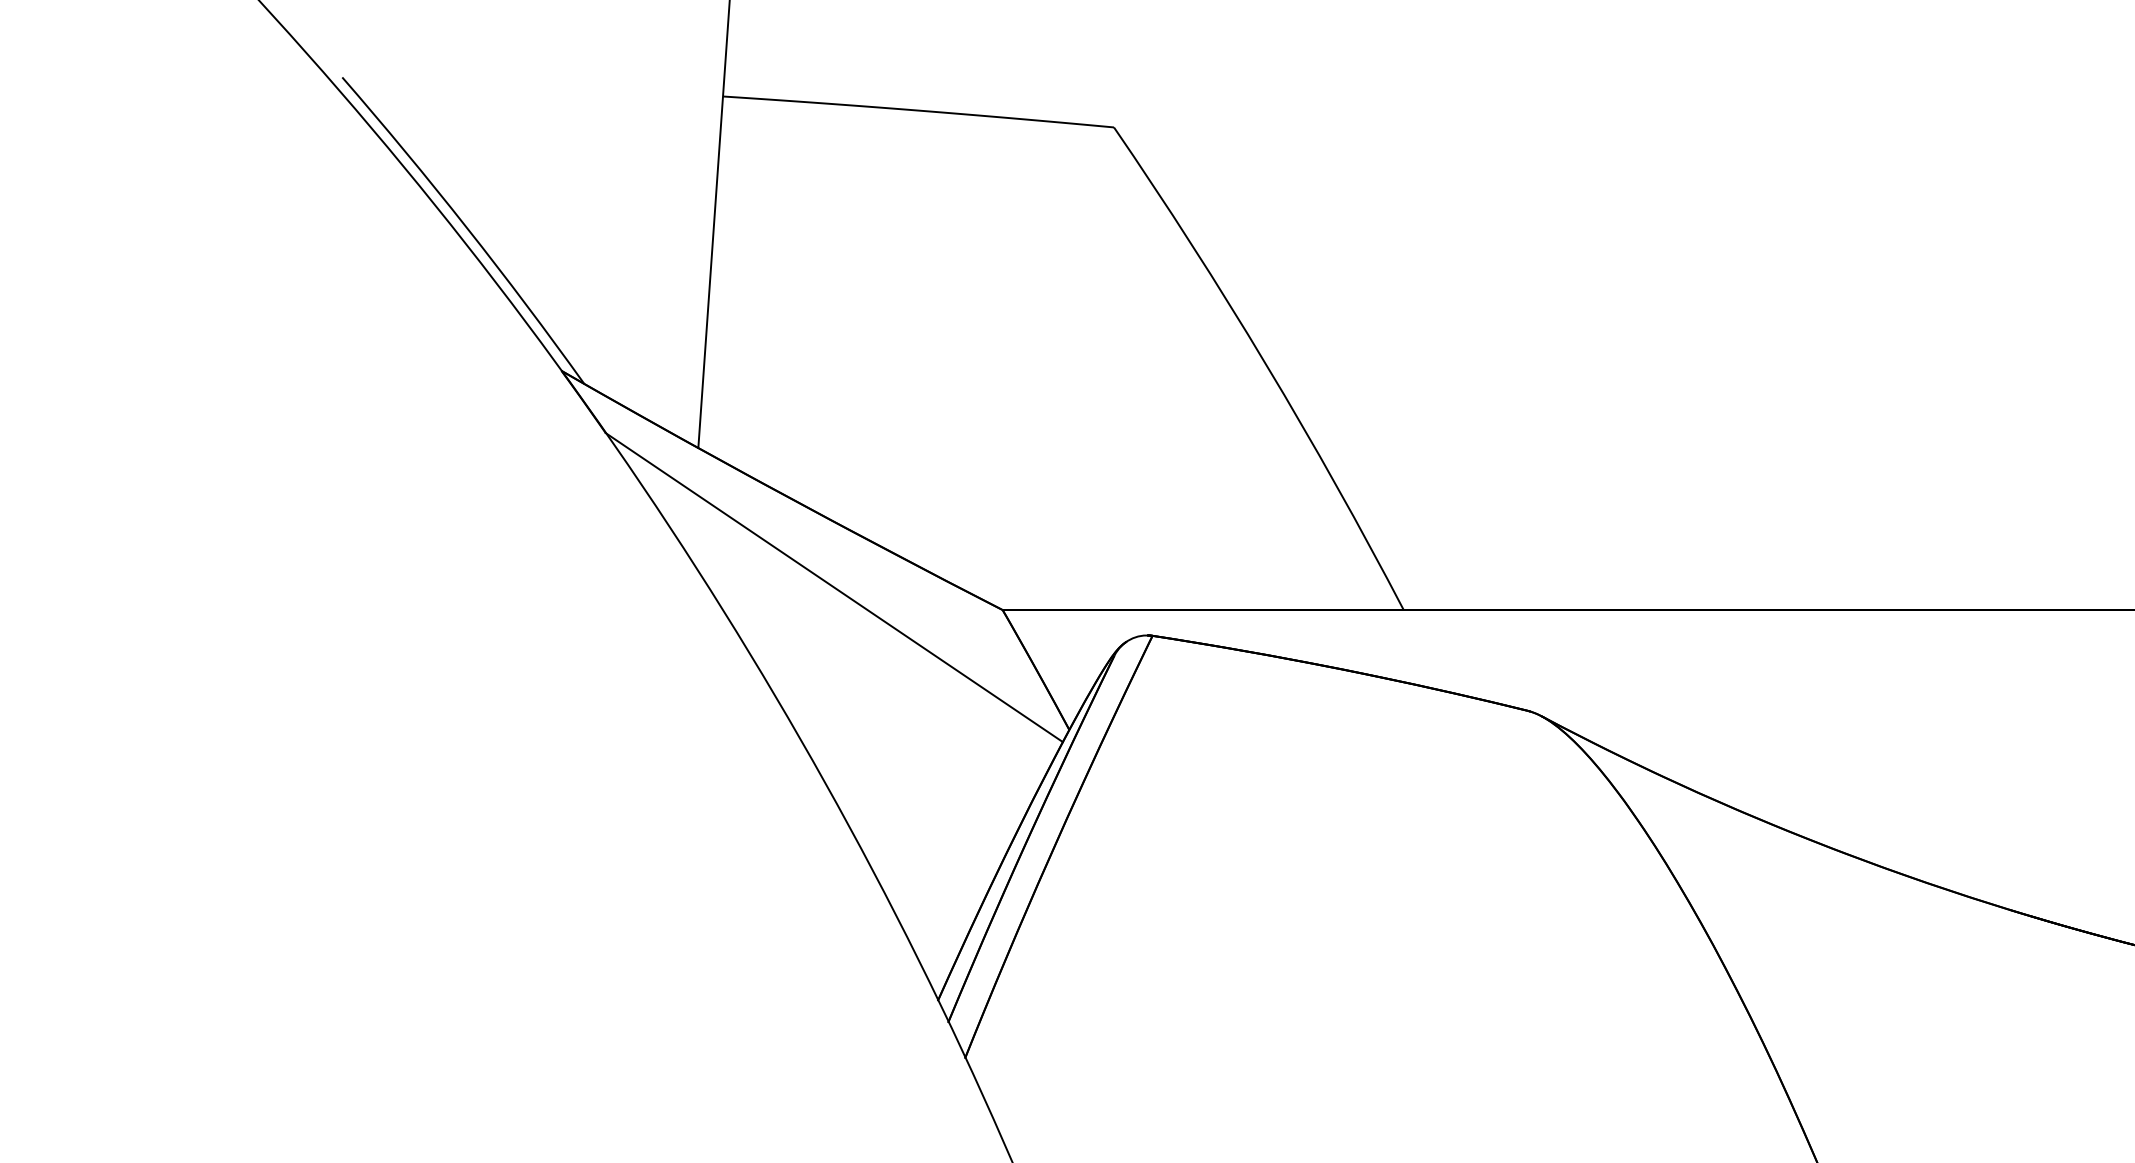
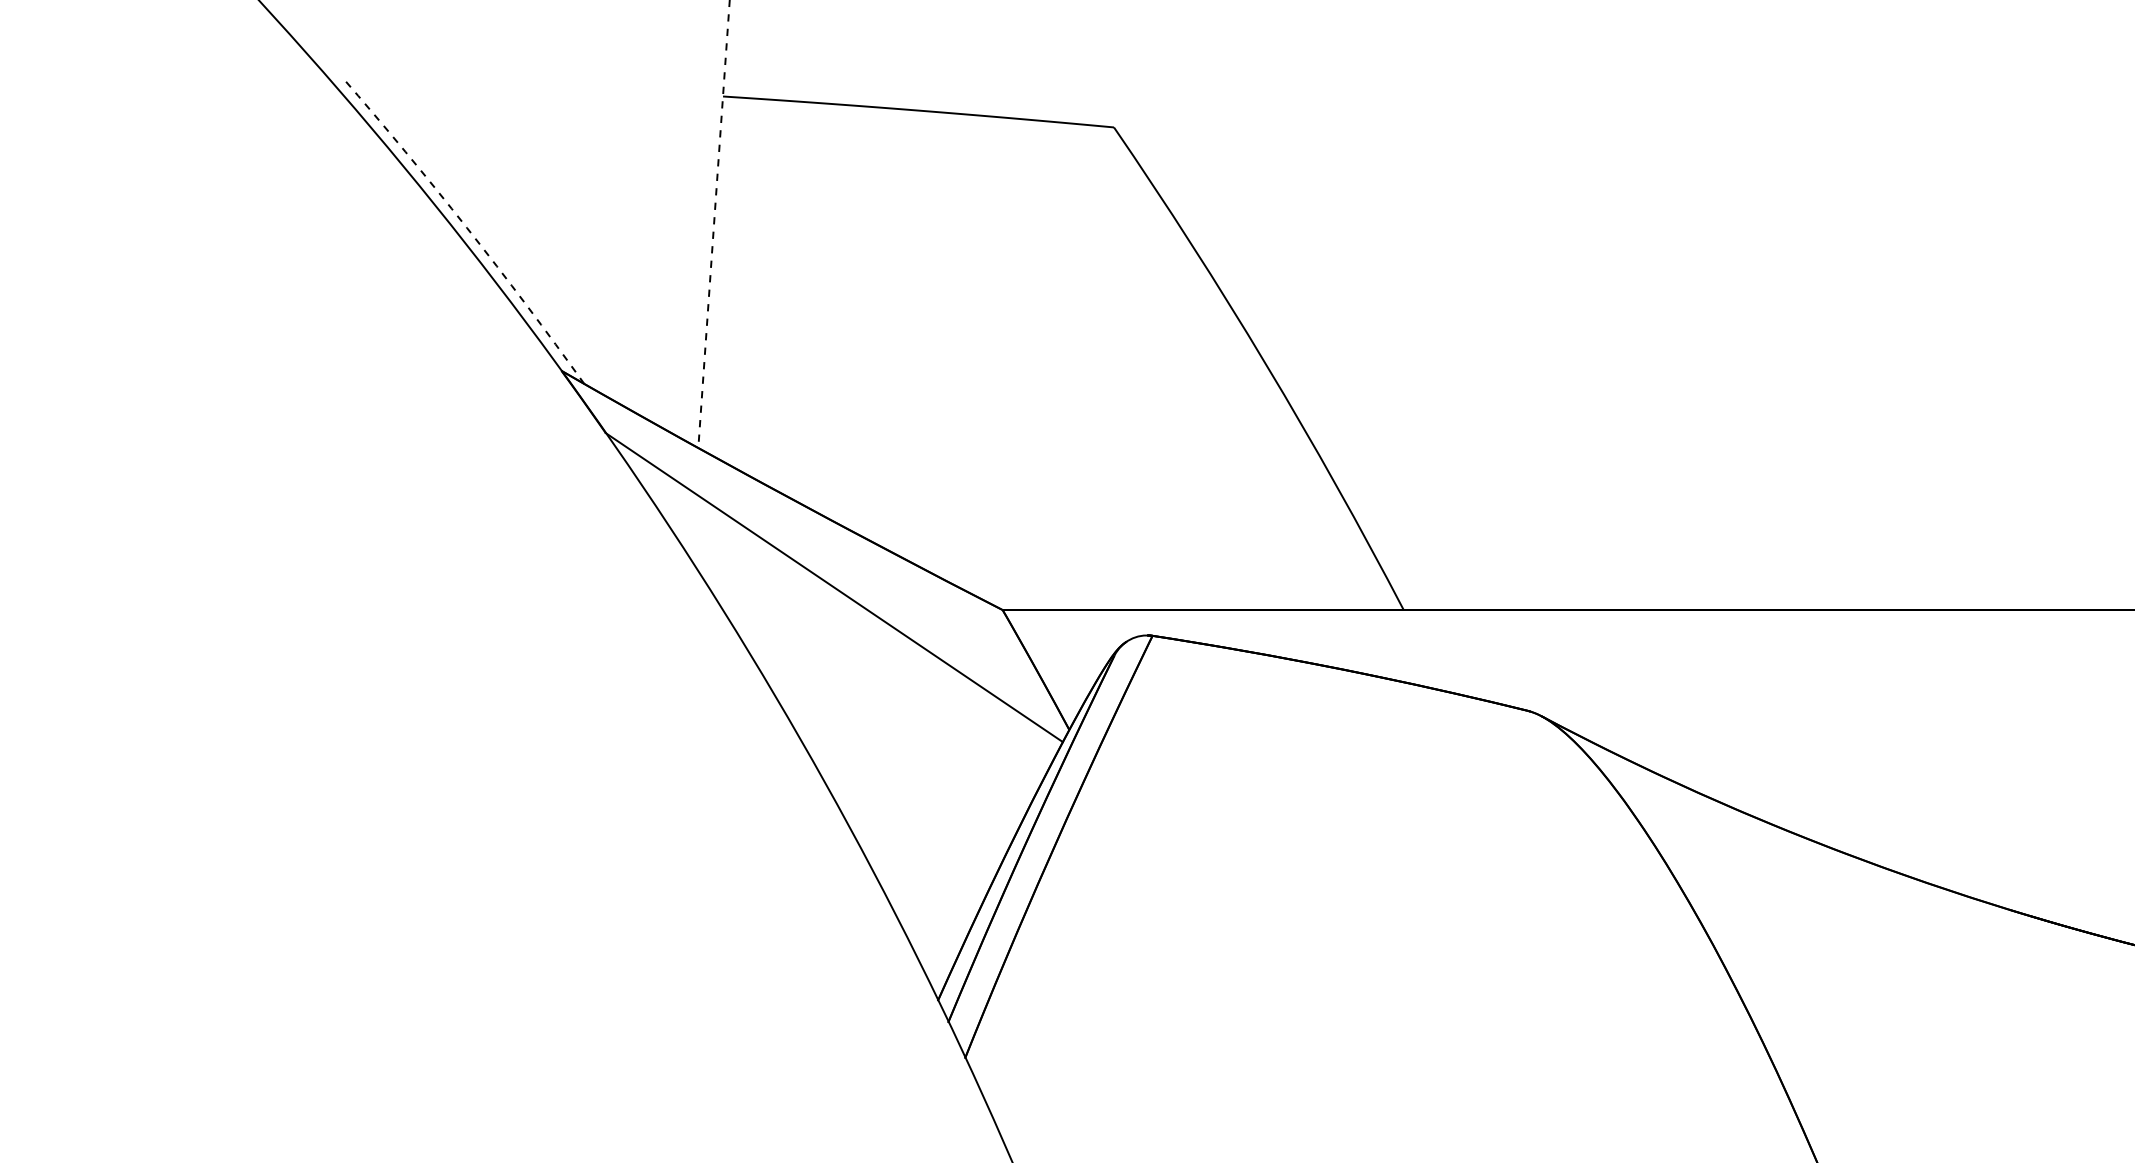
line at (714, 224): solid -> dashed
arc at (466, 227): solid -> dashed
